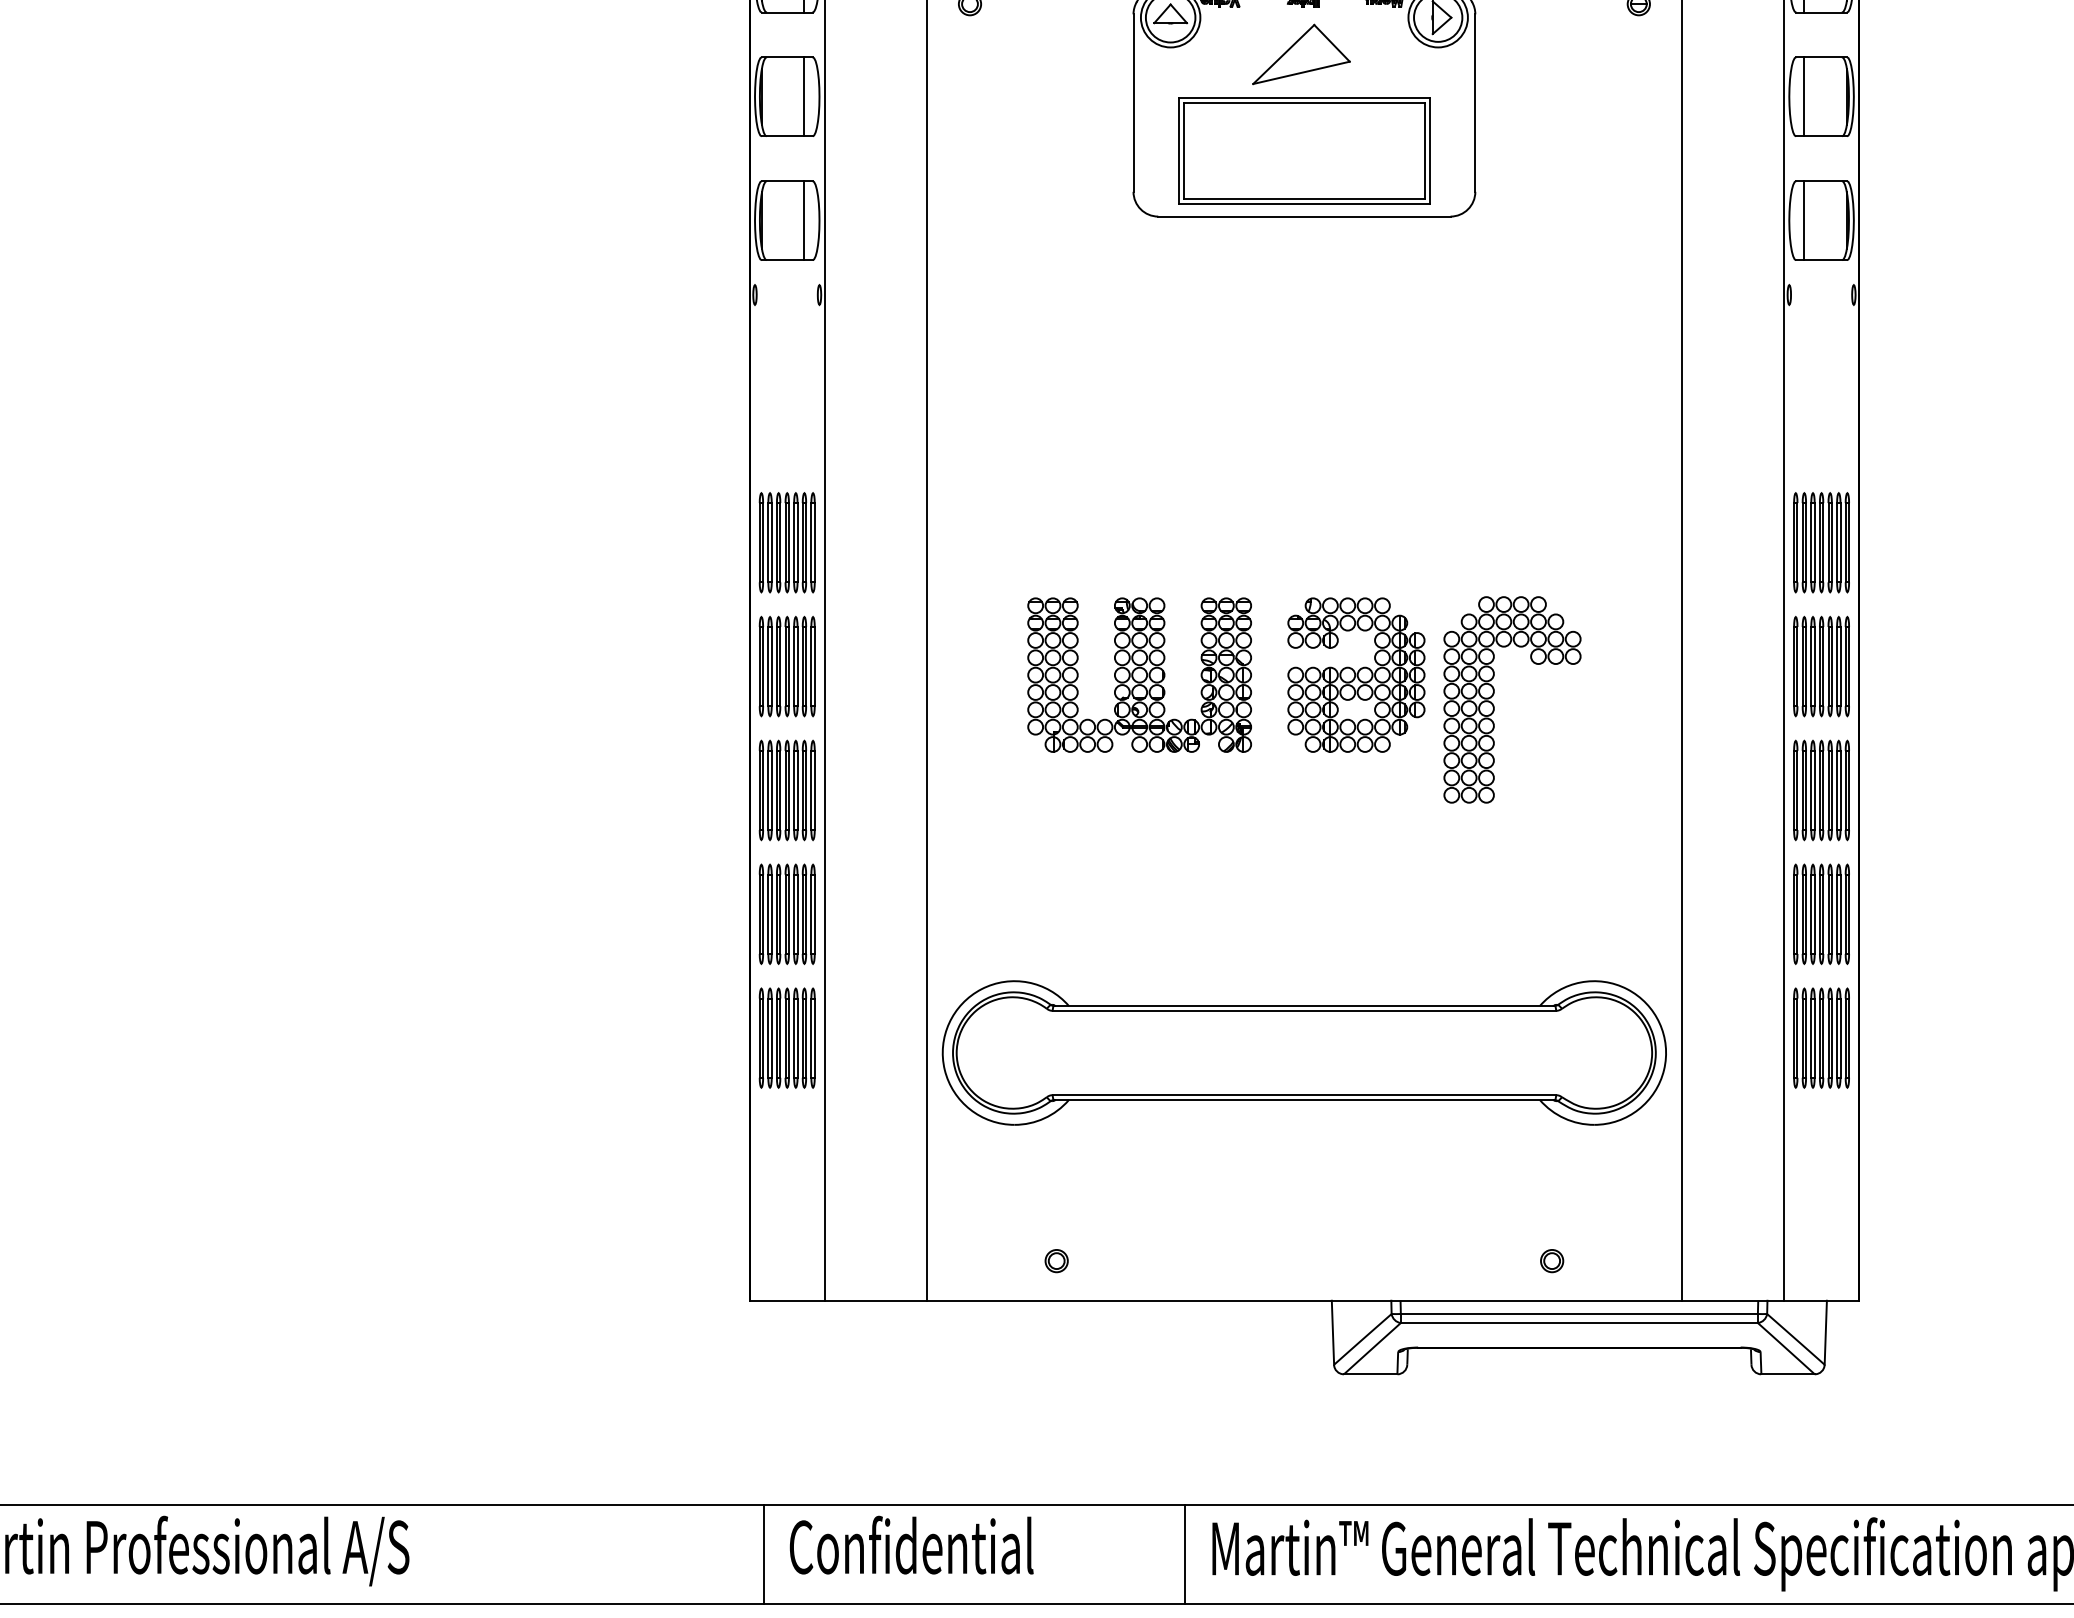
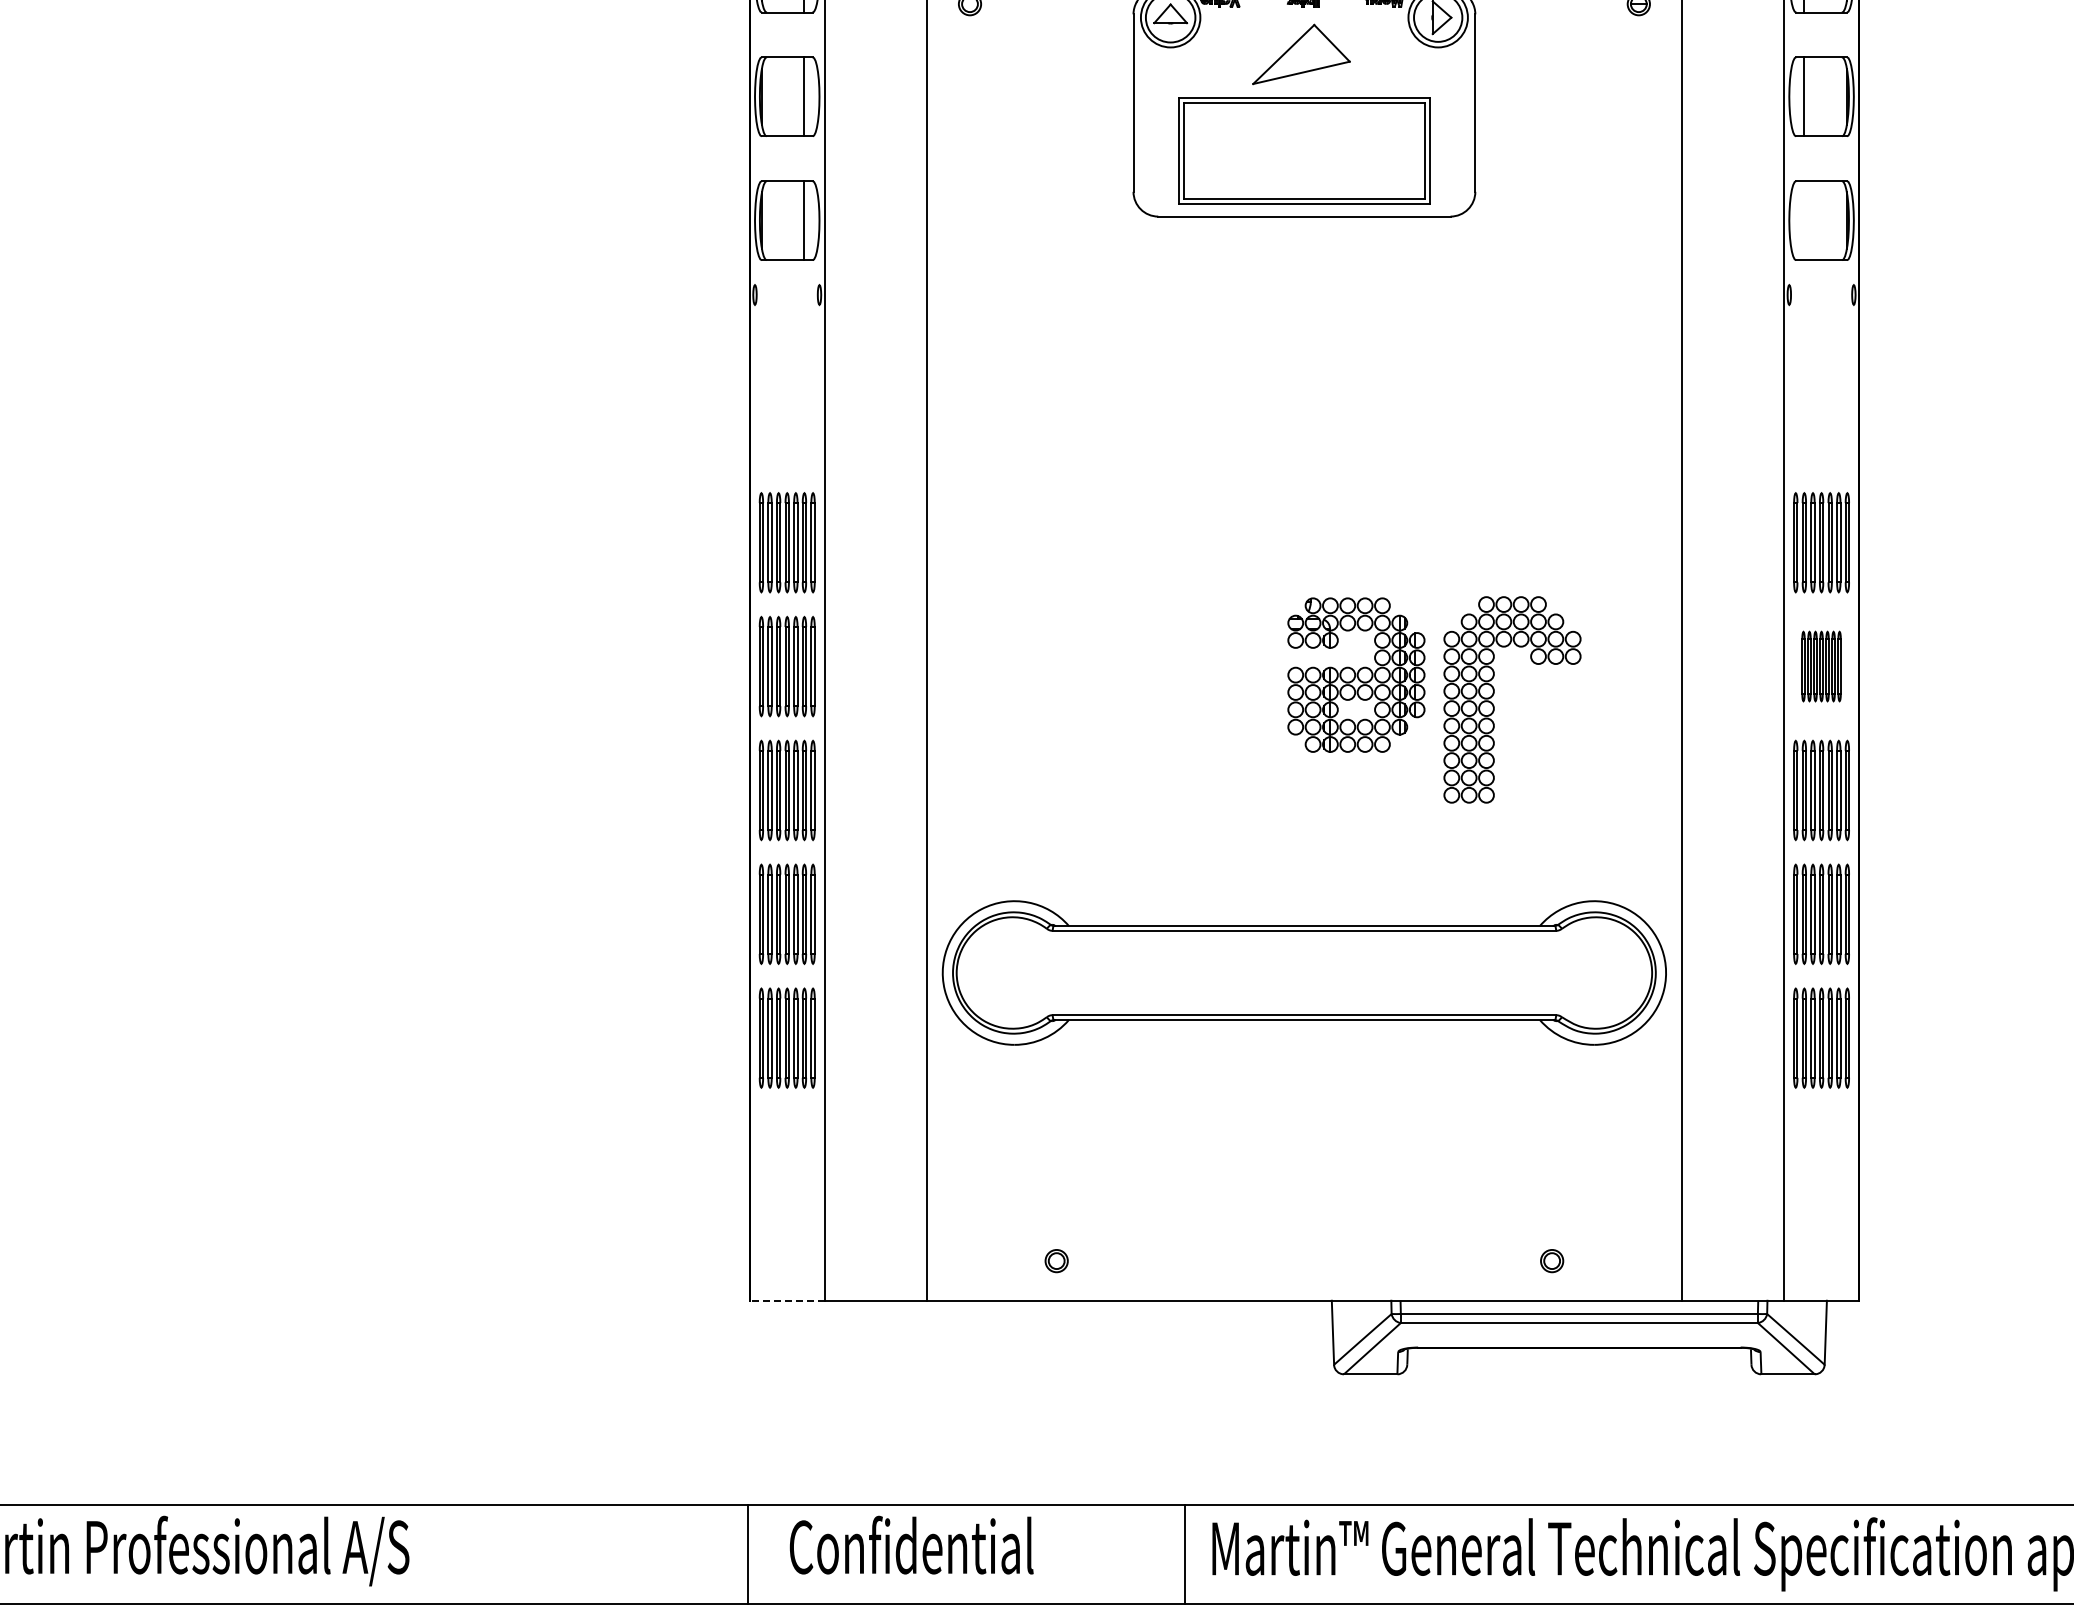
line at (1804, 220): present -> none
part at (1821, 666) size: 57x103 px -> 41x73 px
part at (1139, 674): present -> none
part at (1303, 1052) position: (1303, 1052) -> (1303, 972)
line at (787, 1300): solid -> dashed
line at (764, 1553) position: (764, 1553) -> (748, 1553)
